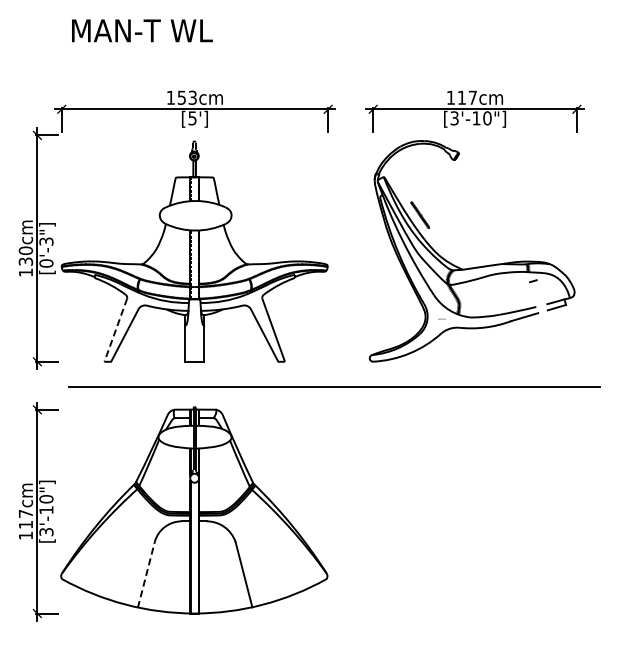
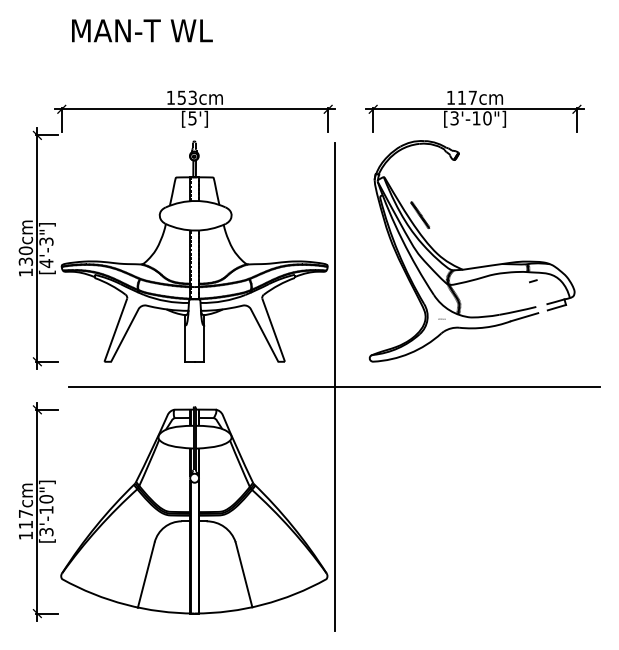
text at (46, 263): [0'-3"] -> [4'-3"]
line at (115, 330): dashed -> solid
line at (334, 386): none -> present
line at (146, 575): dashed -> solid
